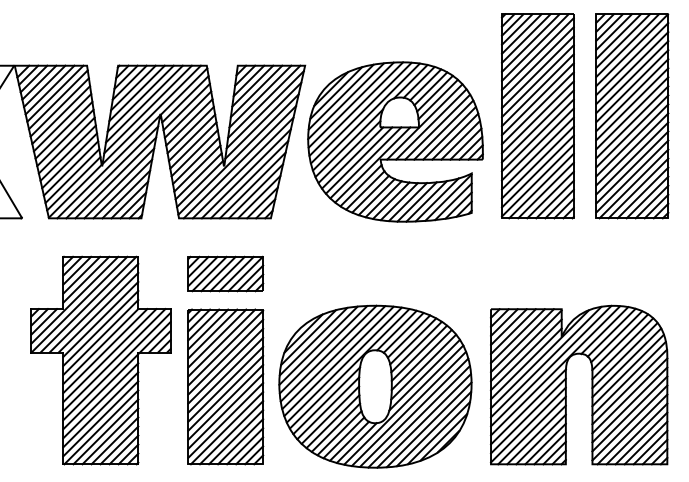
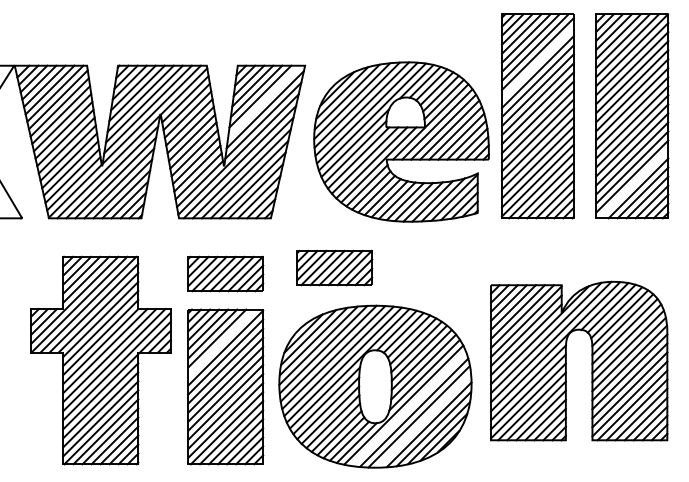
line at (537, 63): present -> none
line at (264, 101): present -> none
part at (395, 141) position: (395, 141) -> (401, 141)
line at (633, 183): present -> none
part at (334, 267): none -> present
line at (221, 342): present -> none
part at (591, 384) position: (591, 384) -> (591, 360)
line at (408, 409): present -> none
line at (423, 420): present -> none
